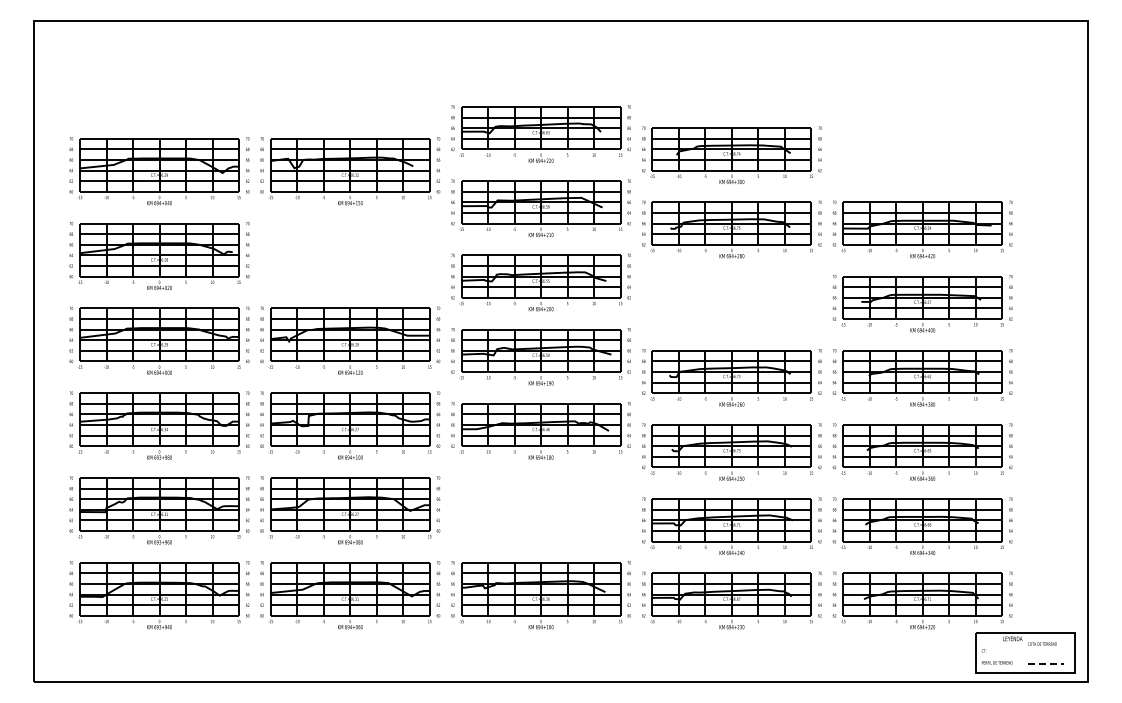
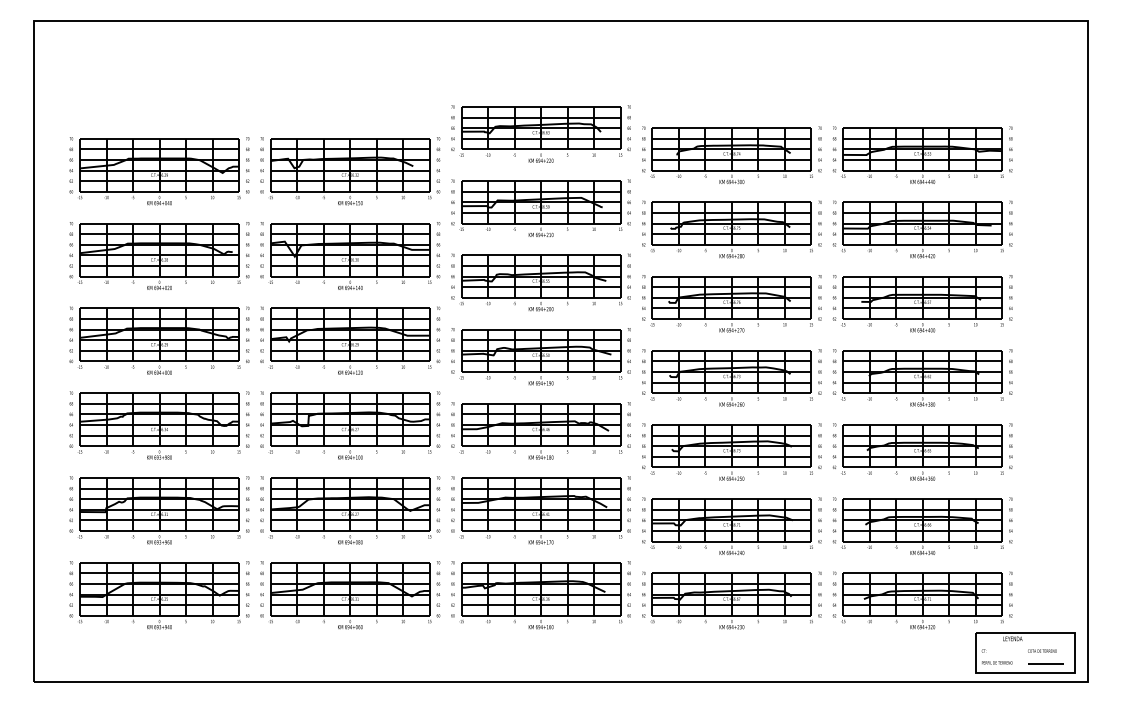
part at (922, 154): none -> present
part at (350, 255): none -> present
part at (731, 303): none -> present
part at (540, 510): none -> present
text at (1042, 643) position: (1042, 643) -> (1042, 650)
line at (1046, 663): dashed -> solid
